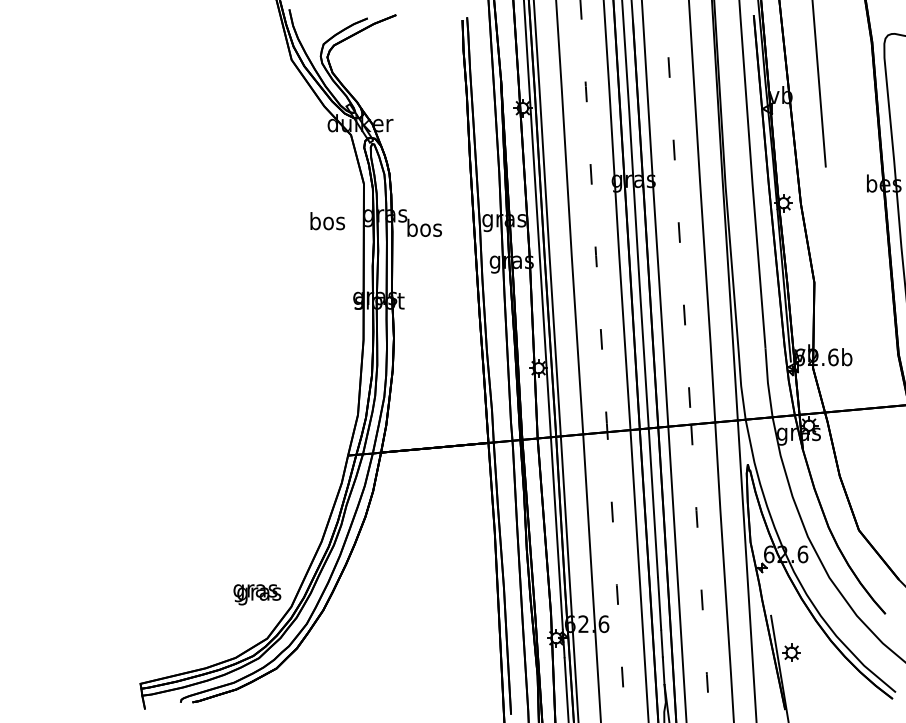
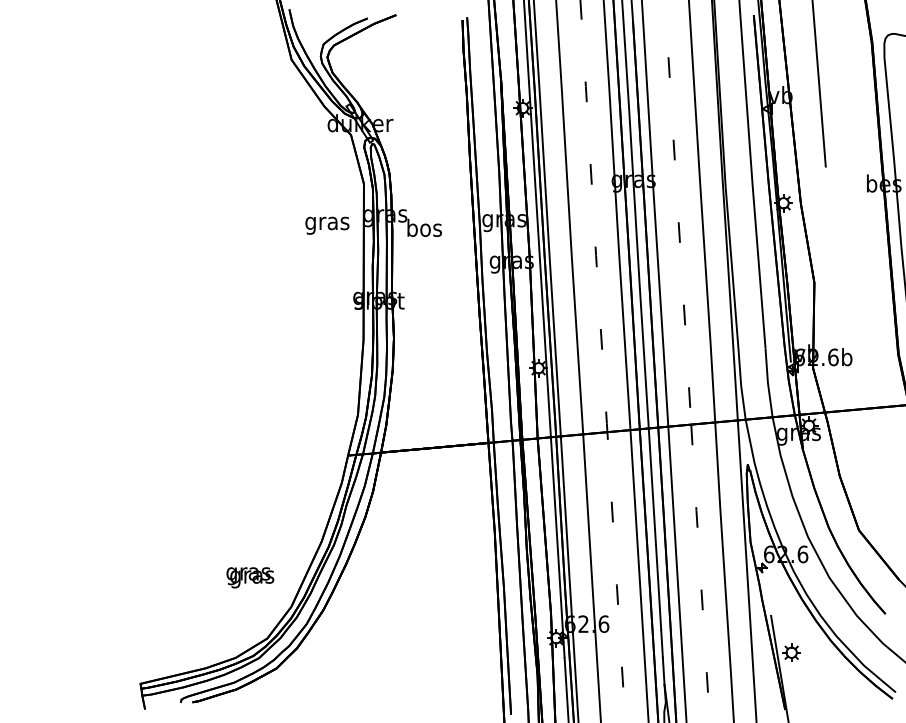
text at (327, 223): bos -> gras
text at (257, 594) position: (257, 594) -> (250, 577)
